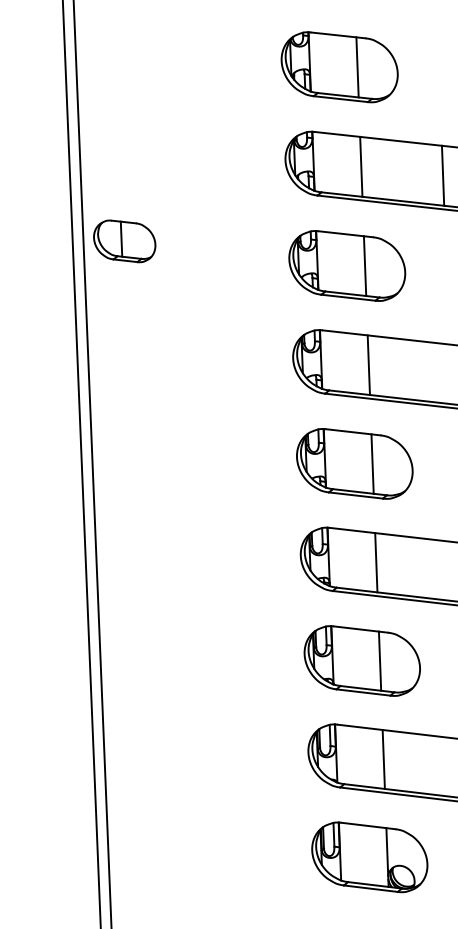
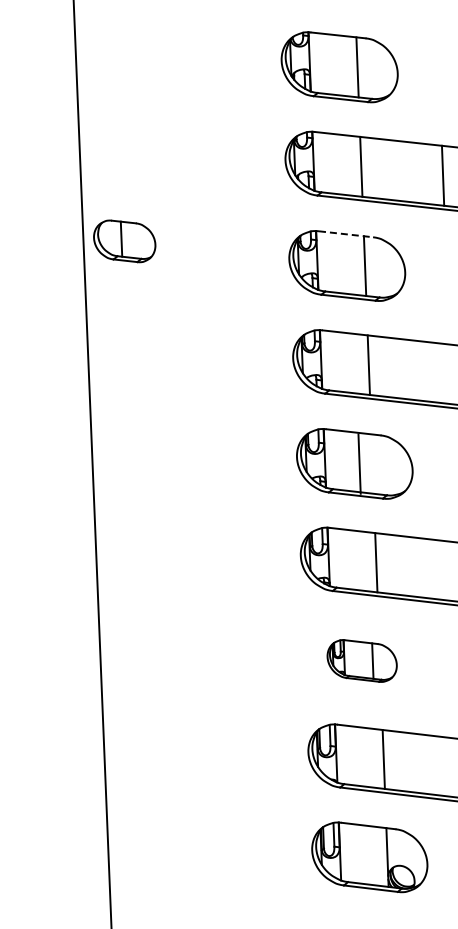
line at (346, 234): solid -> dashed
line at (81, 463): present -> none
line at (372, 463) position: (372, 463) -> (359, 463)
part at (361, 660) size: 118x72 px -> 72x44 px
